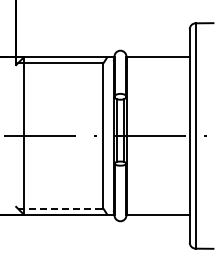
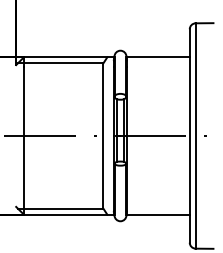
line at (60, 208): dashed -> solid
